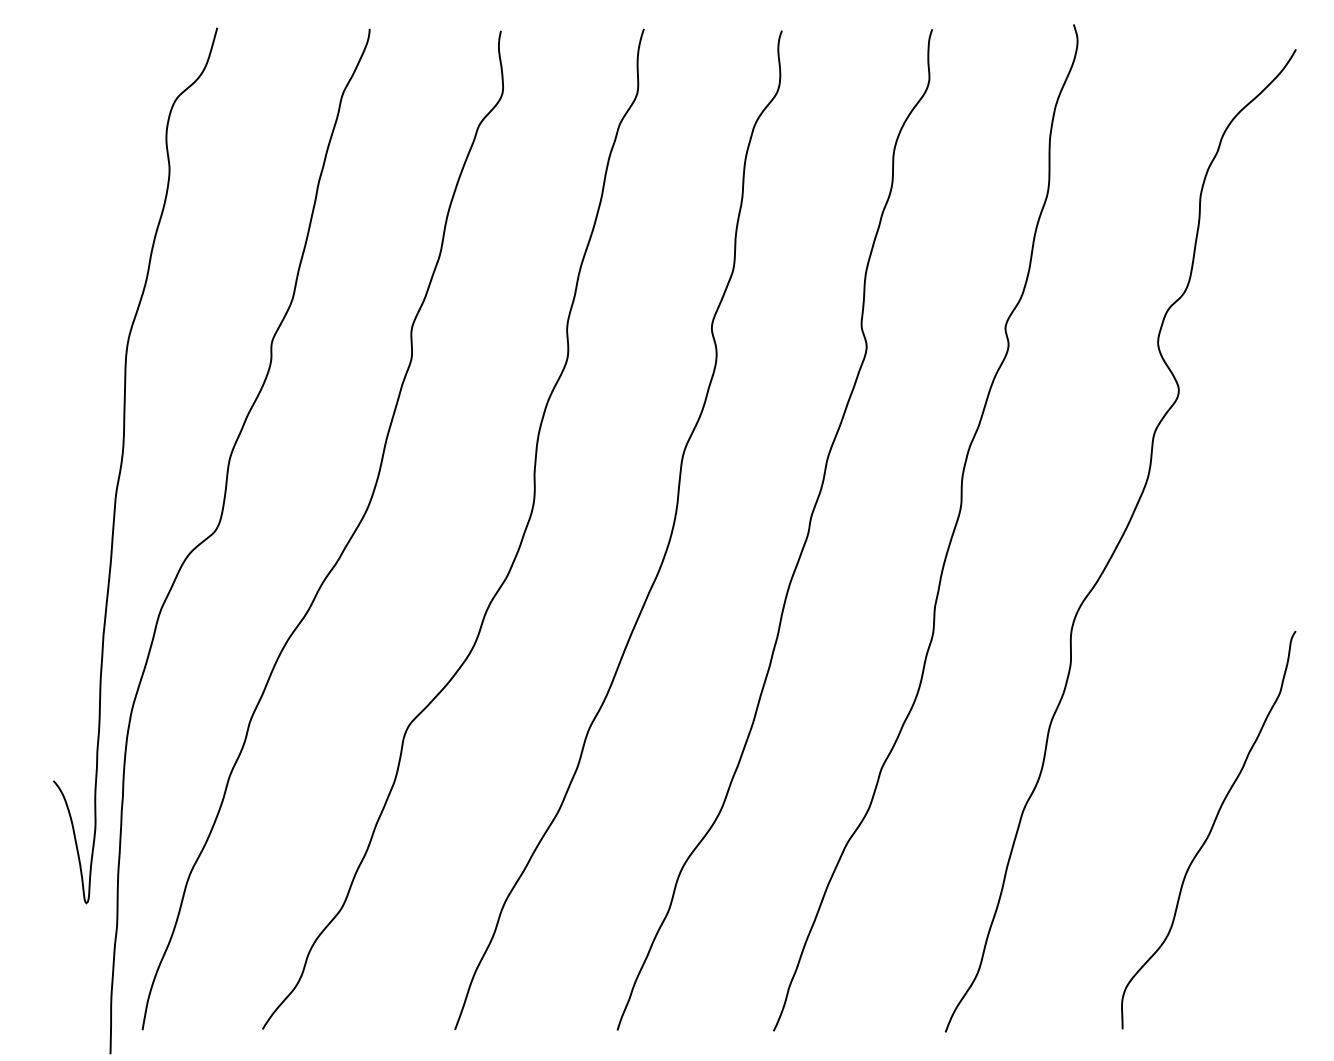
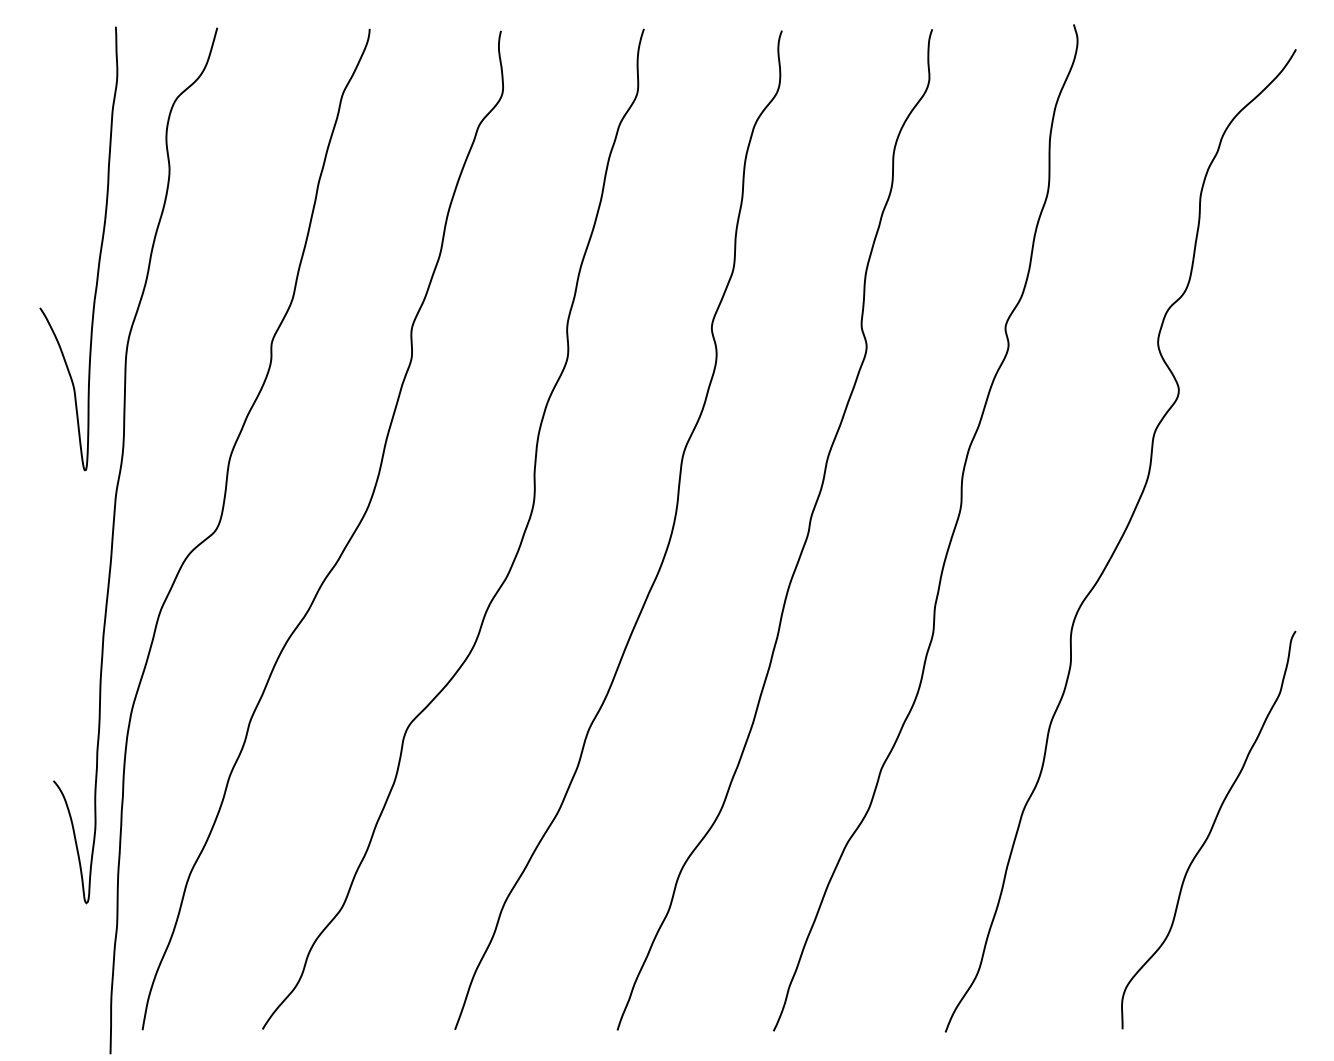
curve at (99, 252): none -> present
